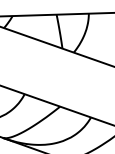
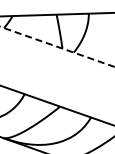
line at (58, 47): solid -> dashed
